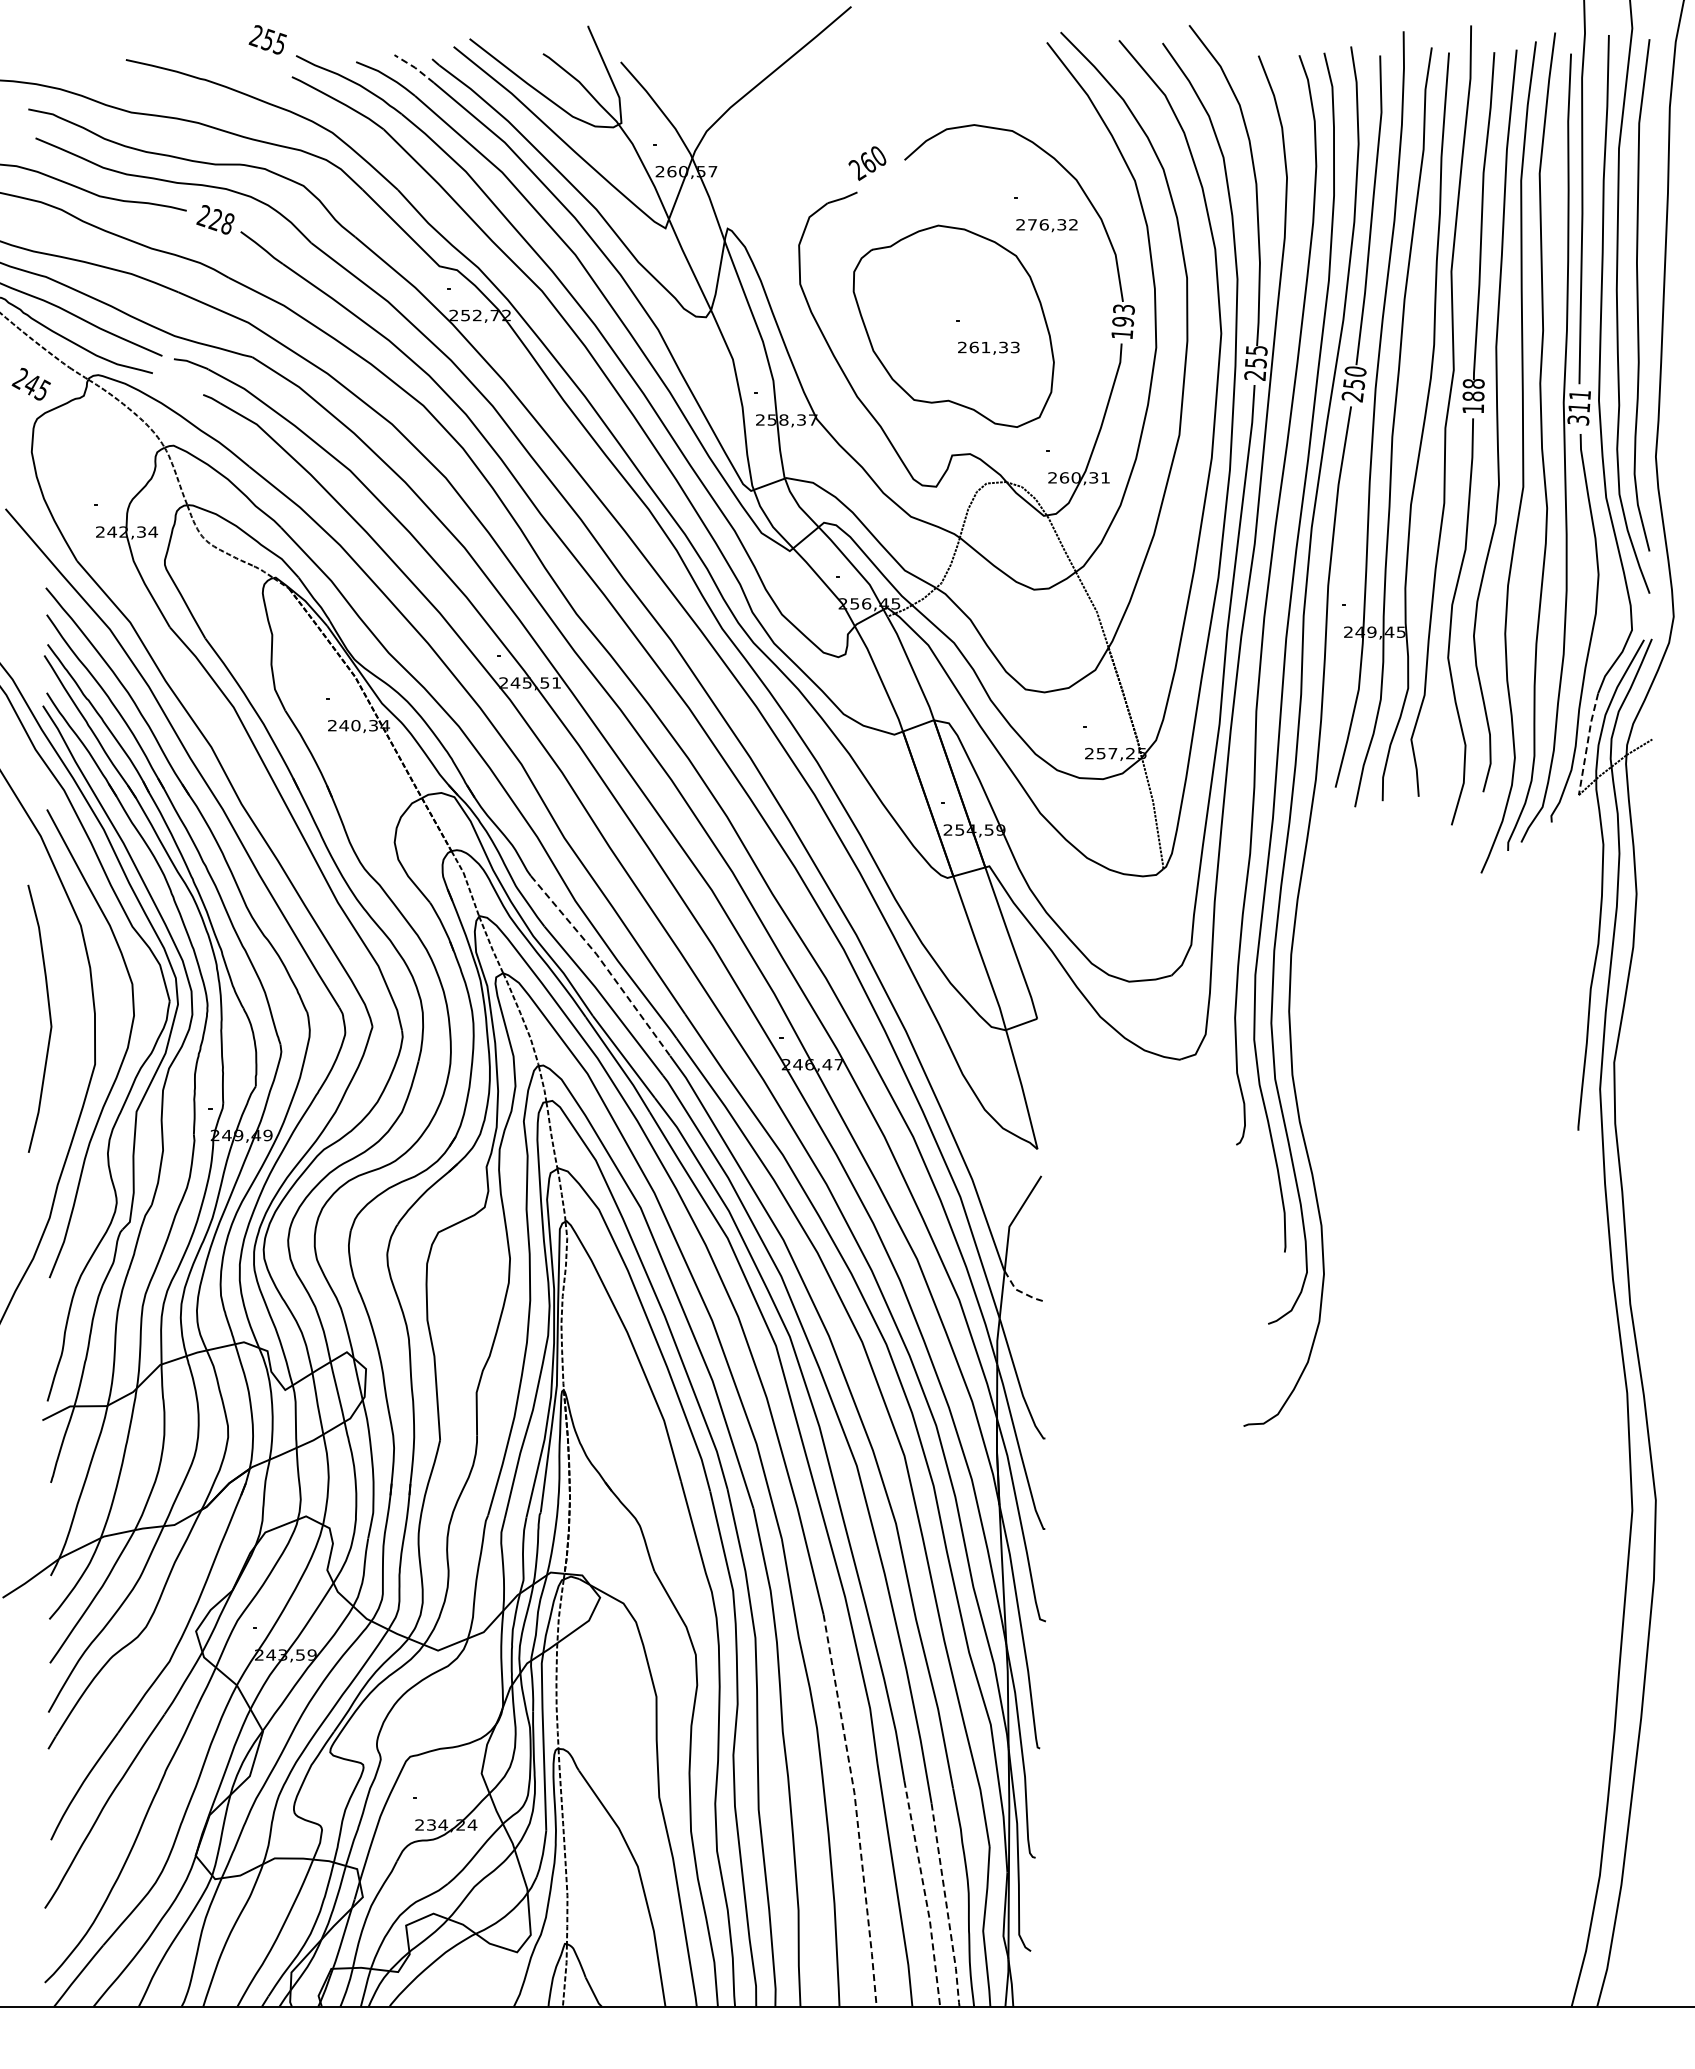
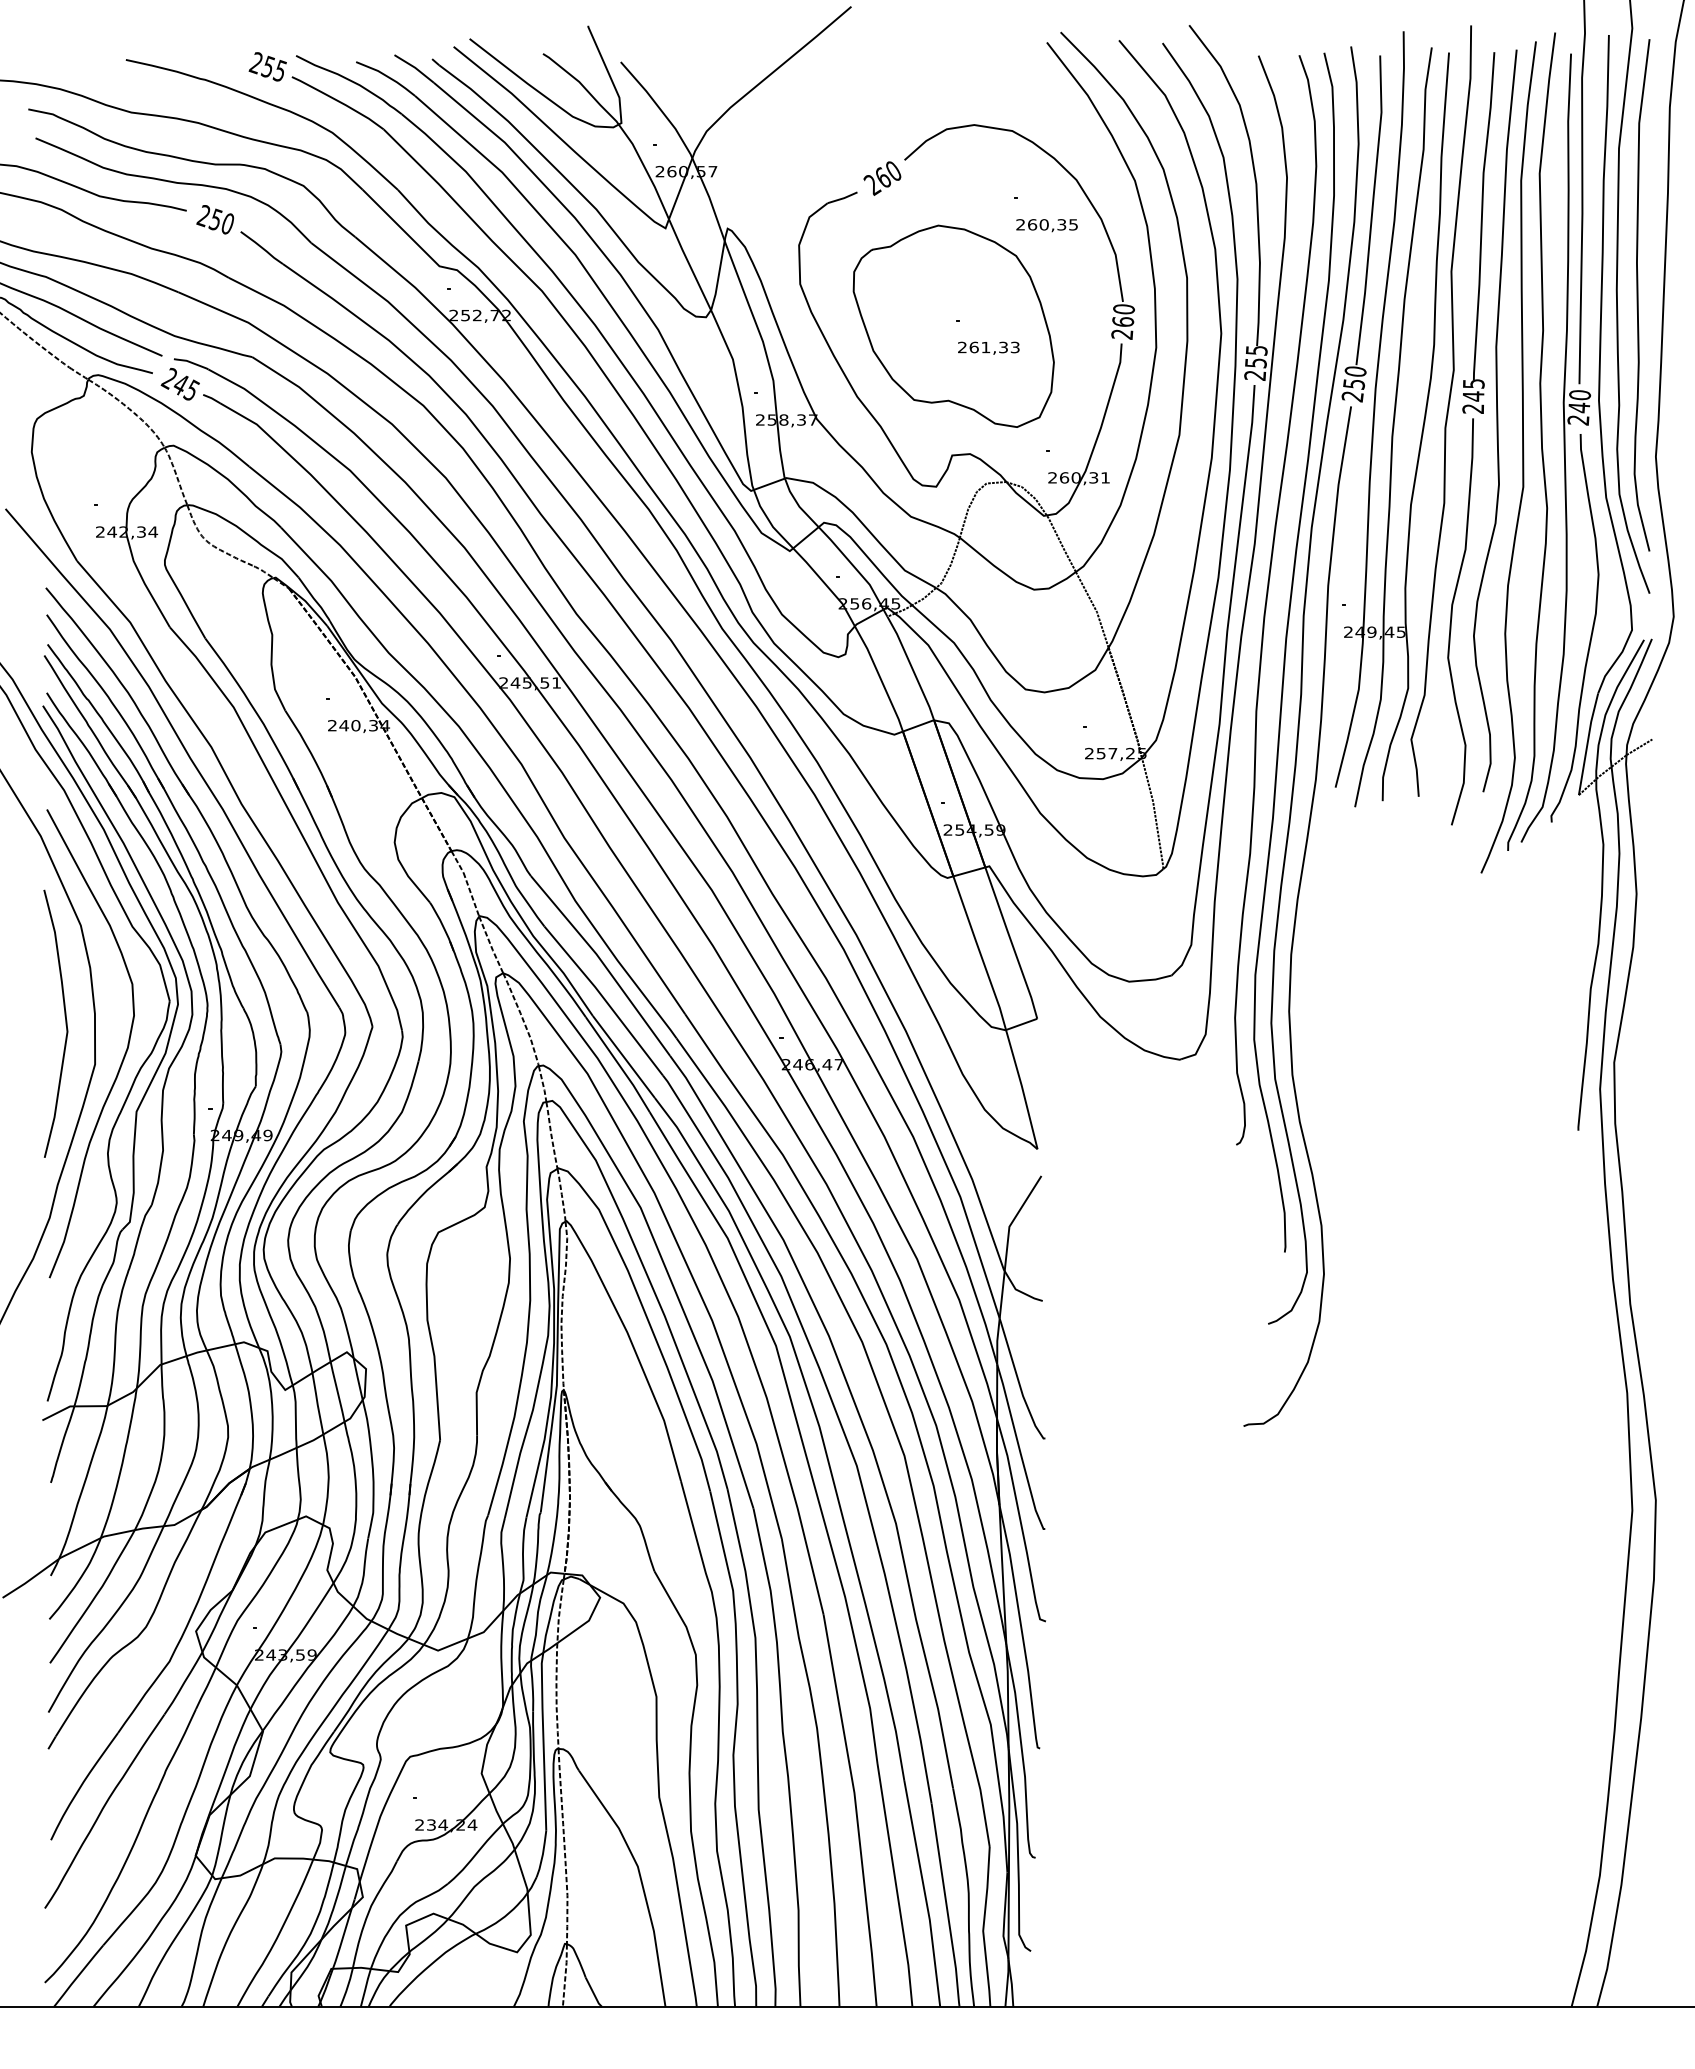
text at (267, 39) position: (267, 39) -> (267, 66)
line at (415, 67): dashed -> solid
text at (867, 163) position: (867, 163) -> (882, 178)
text at (221, 221): 228 -> 250
text at (1052, 224): 276,32 -> 260,35
text at (1122, 321): 193 -> 260
text at (30, 384) position: (30, 384) -> (179, 384)
text at (1473, 396): 188 -> 245
text at (1579, 407): 311 -> 240
line at (1587, 744): dashed -> solid
line at (603, 963): dashed -> solid
curve at (49, 1018) position: (49, 1018) -> (65, 1023)
line at (1019, 1291): dashed -> solid
line at (856, 1810): dashed -> solid
line at (925, 1894): dashed -> solid
line at (946, 1907): dashed -> solid
